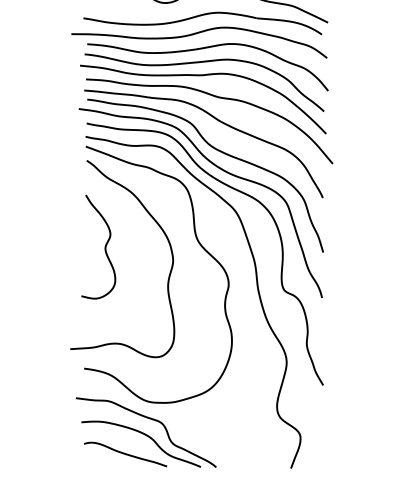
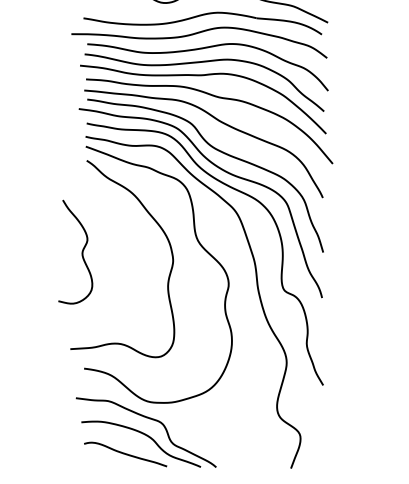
curve at (104, 246) position: (104, 246) -> (81, 251)
